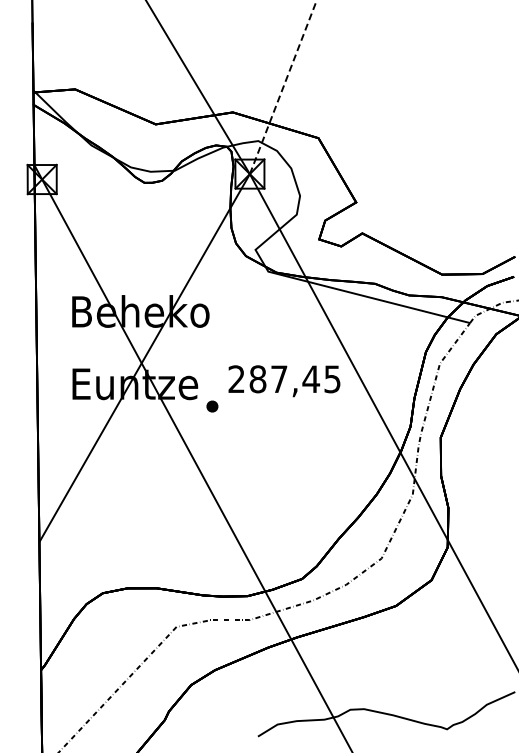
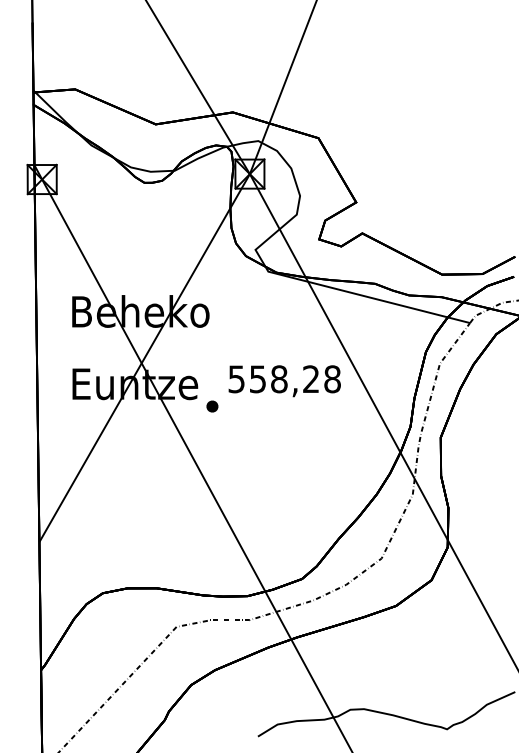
line at (283, 87): dashed -> solid
text at (284, 379): 287,45 -> 558,28
